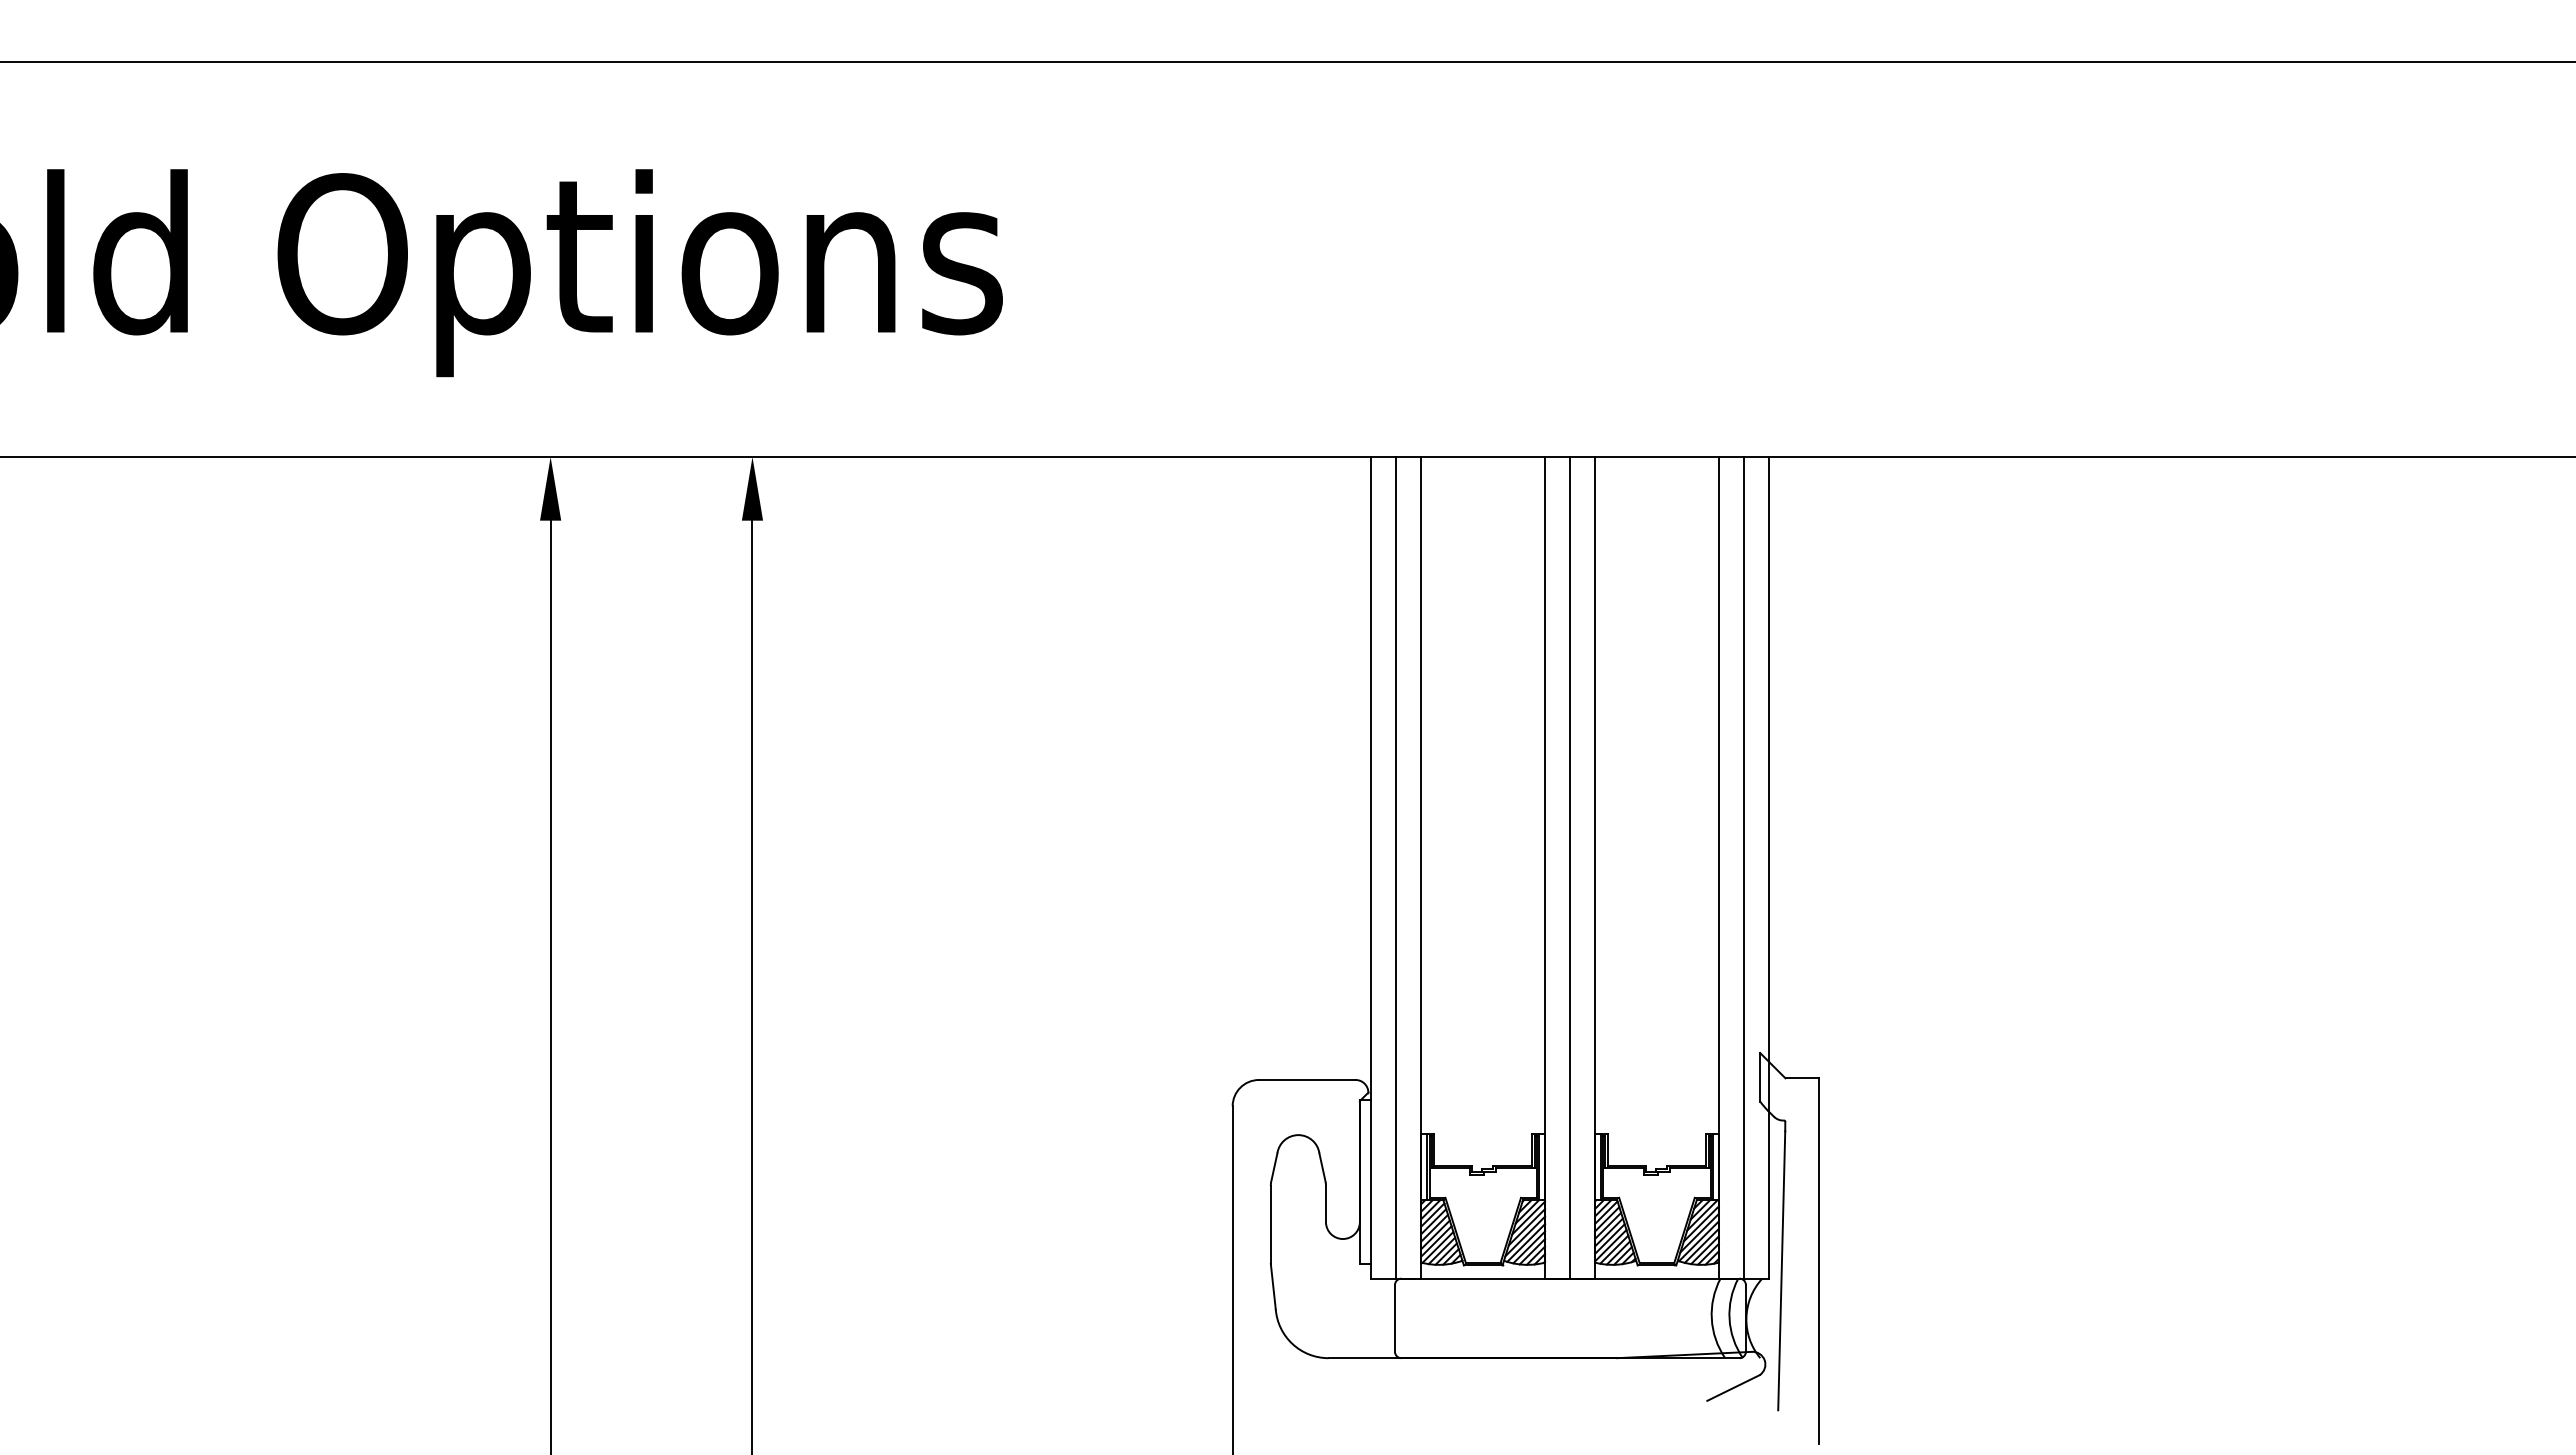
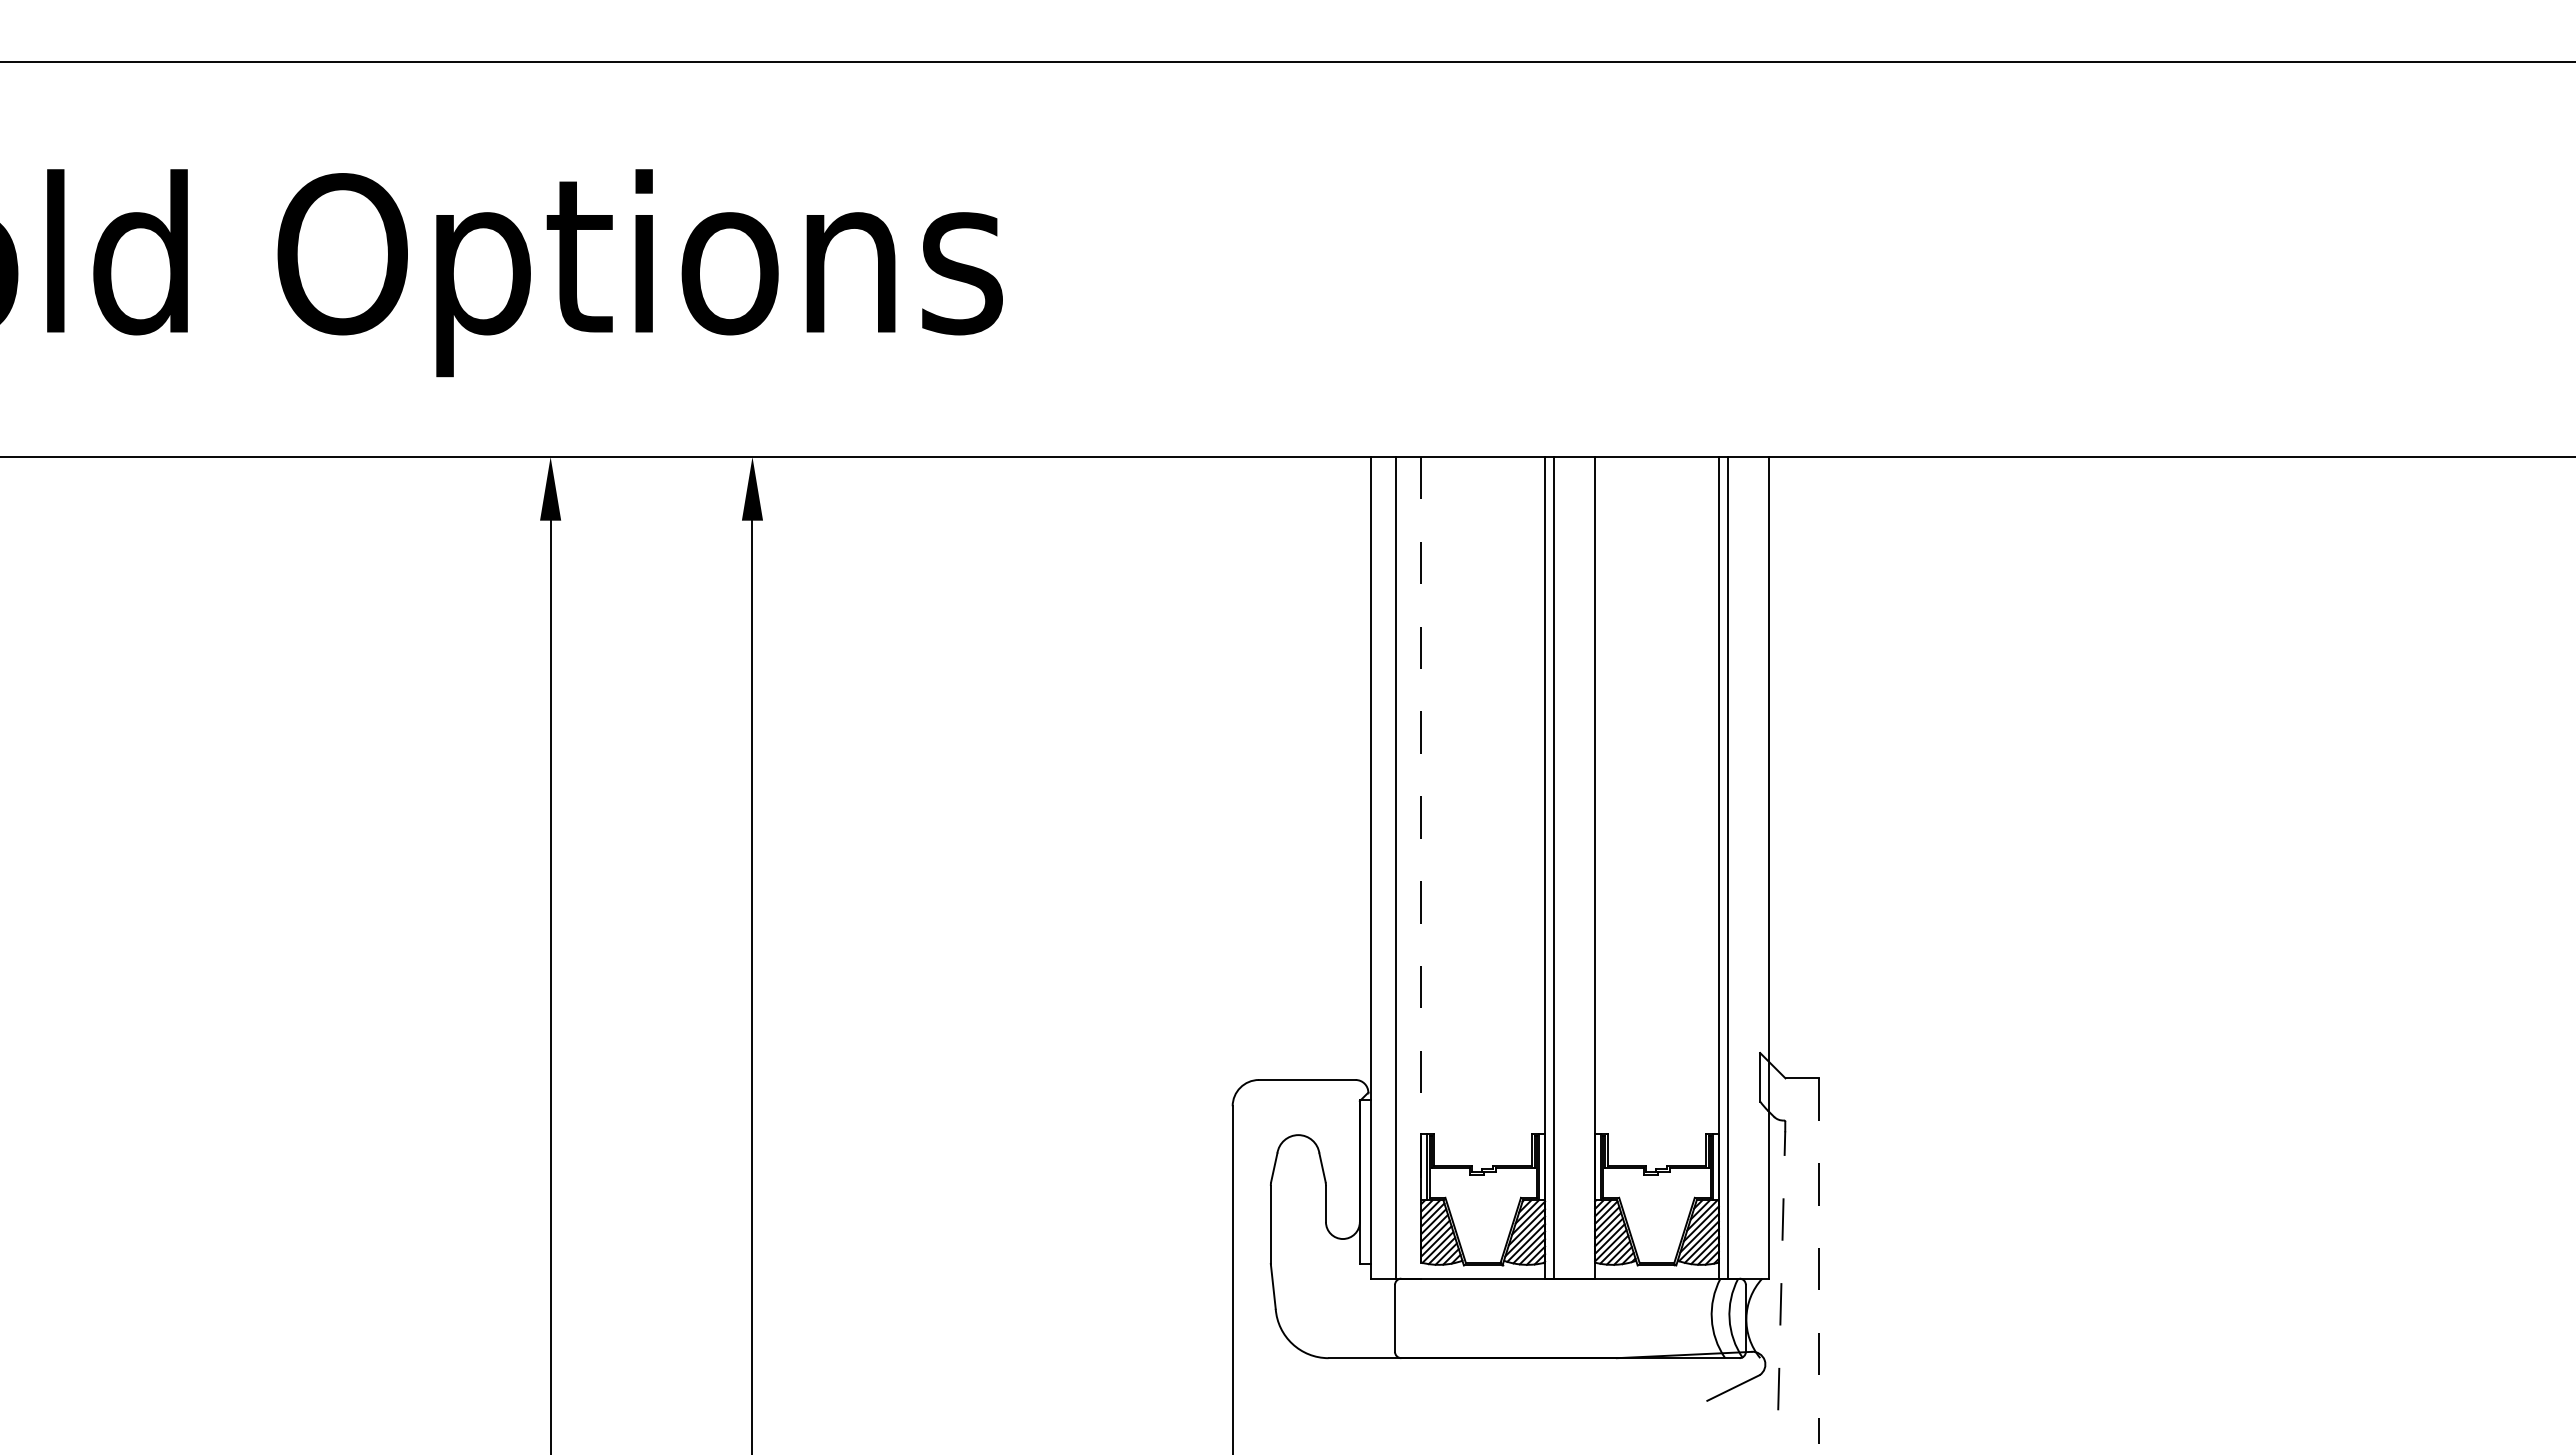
line at (1421, 867): solid -> dashed
line at (1570, 867) position: (1570, 867) -> (1554, 867)
line at (1743, 867) position: (1743, 867) -> (1727, 867)
line at (1819, 1261): solid -> dashed
line at (1781, 1270): solid -> dashed
